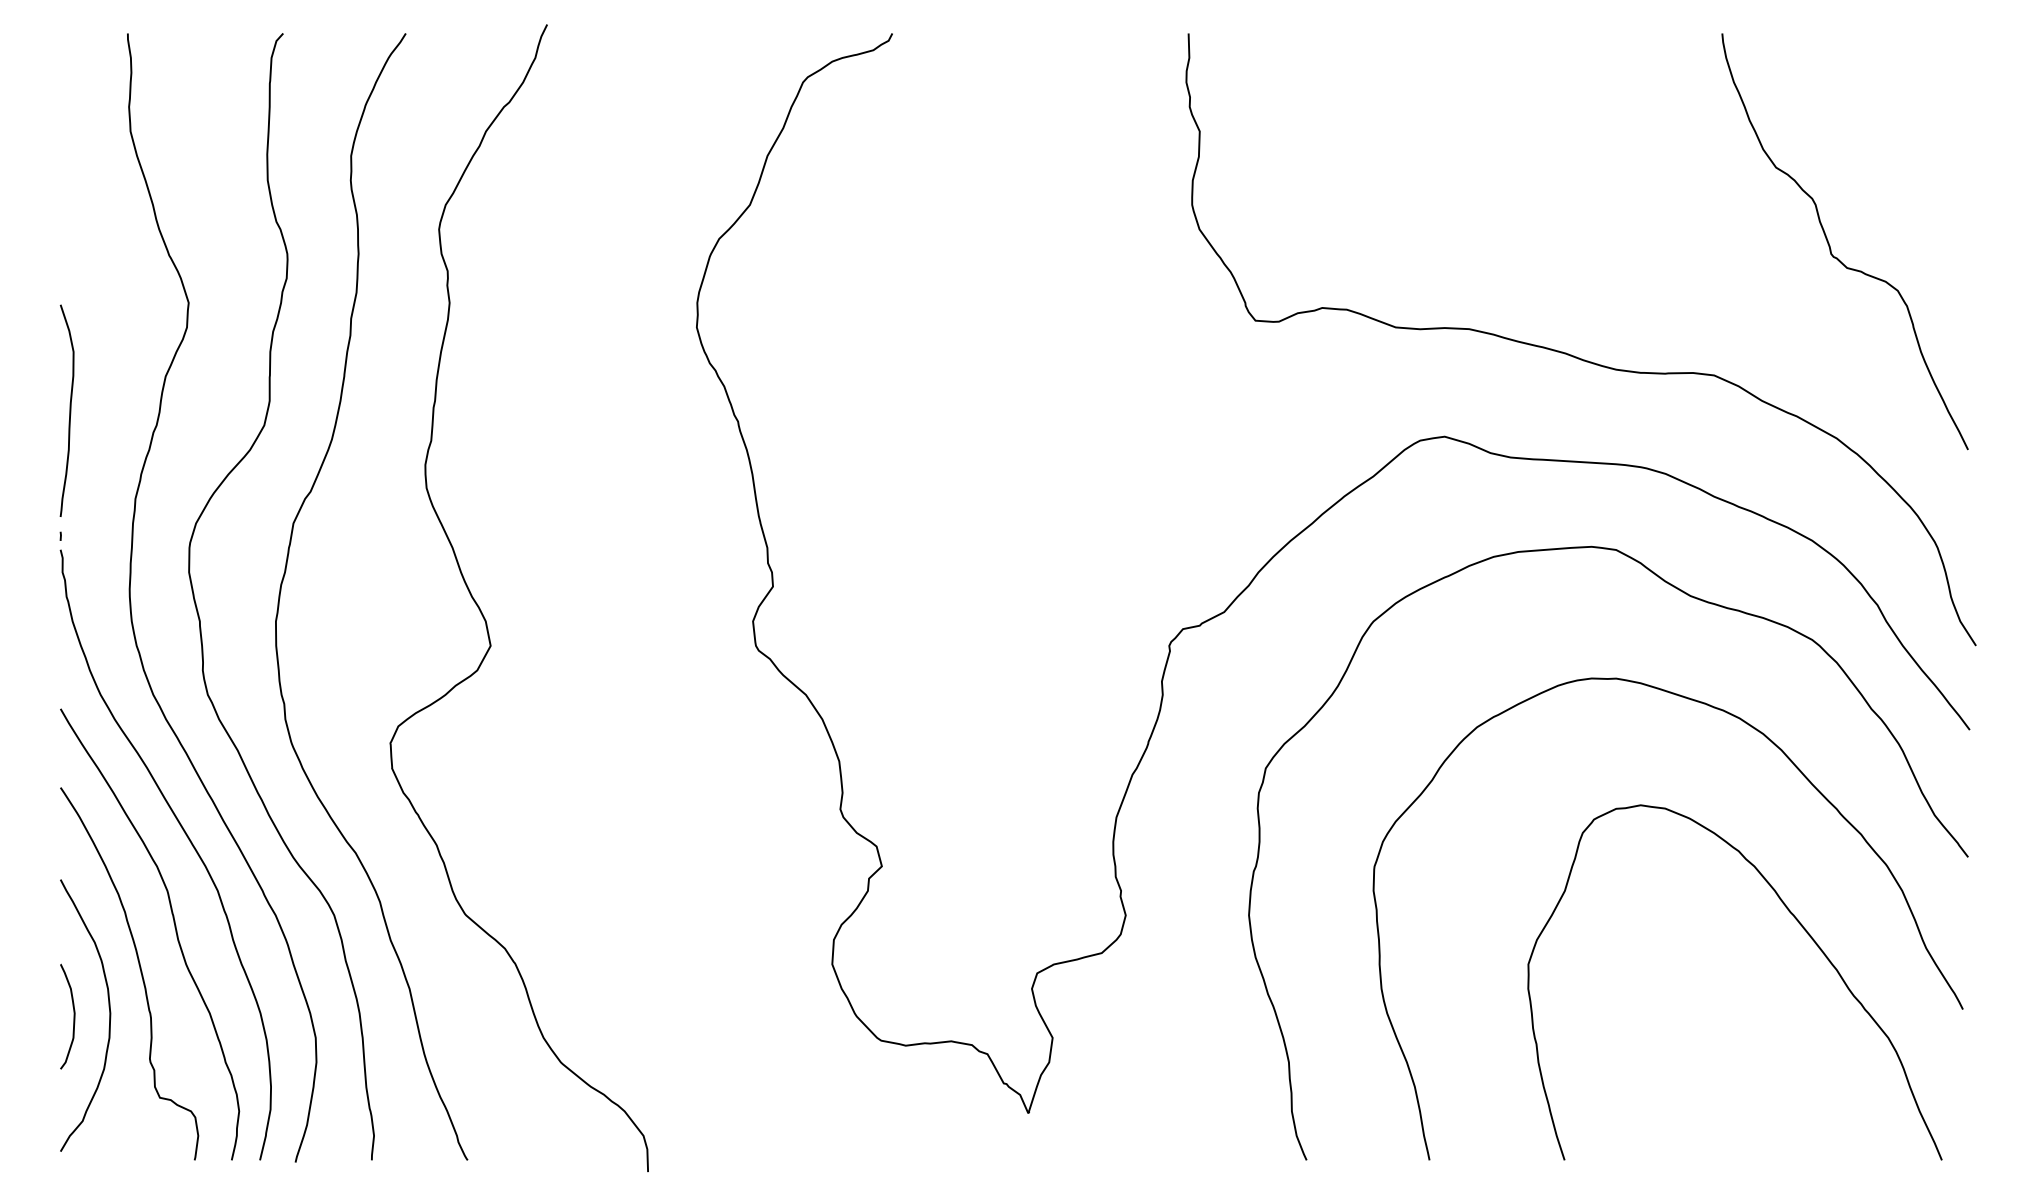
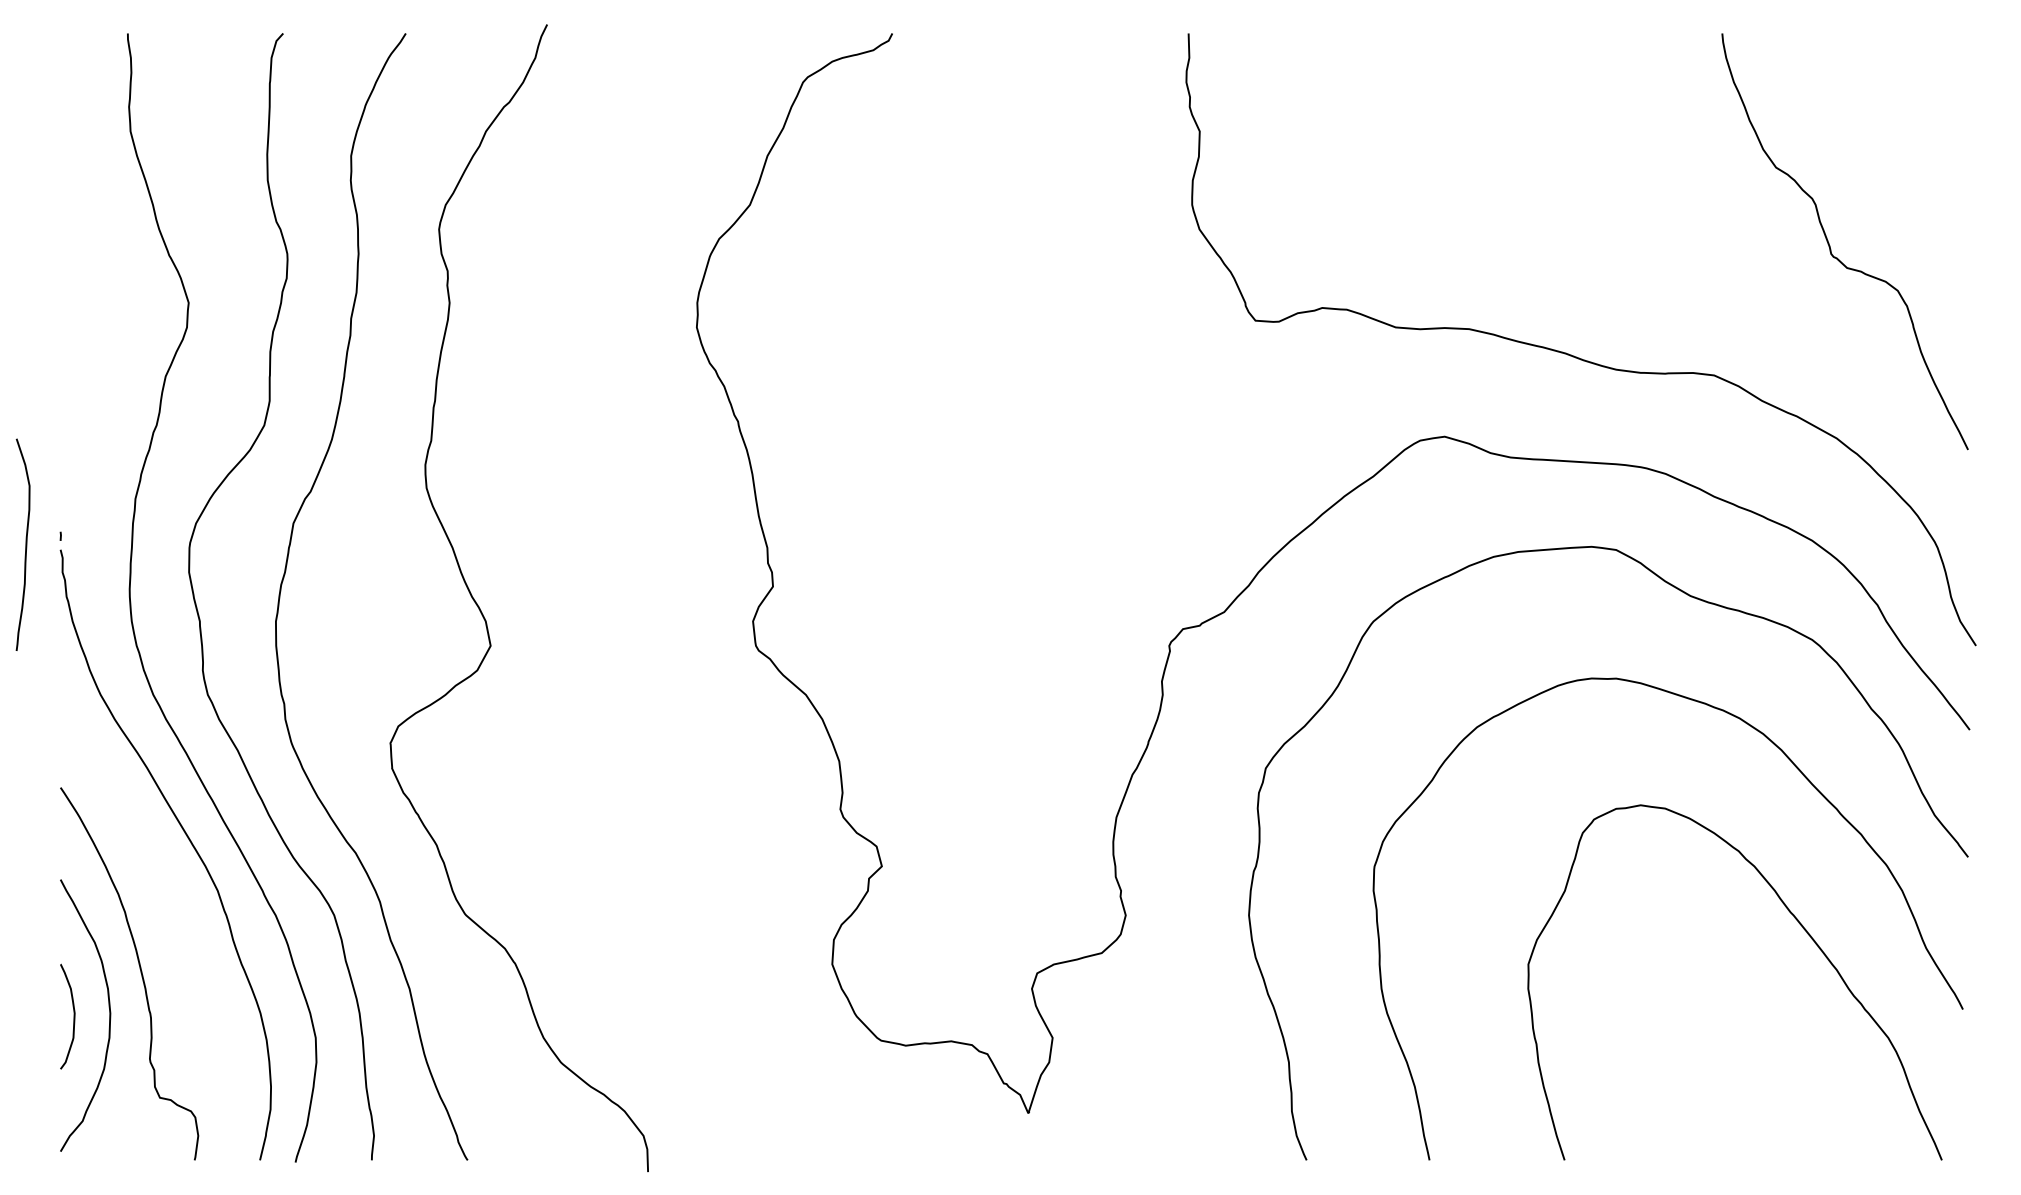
curve at (69, 410) position: (69, 410) -> (25, 544)
curve at (174, 927): present -> none
